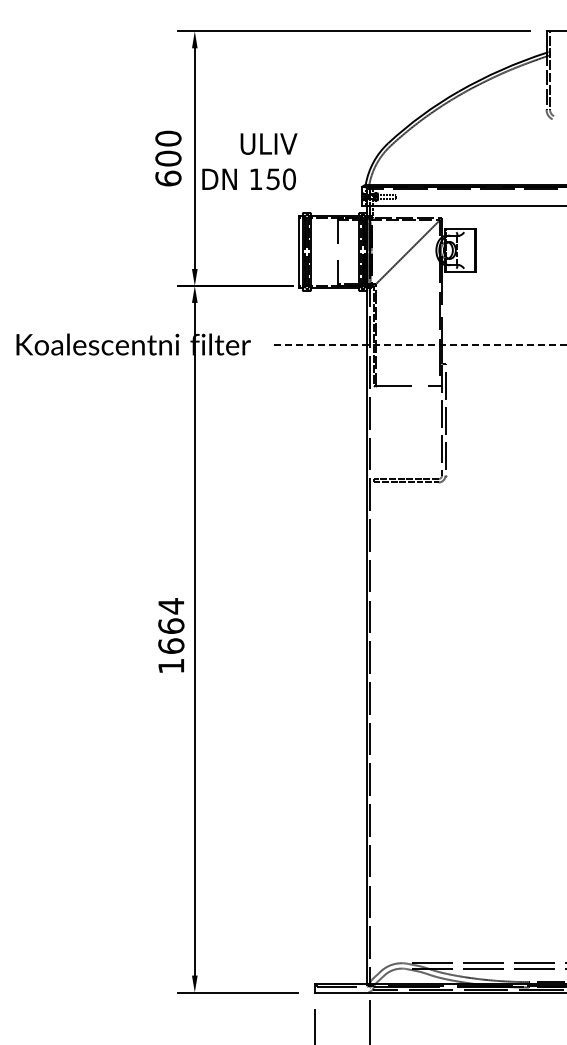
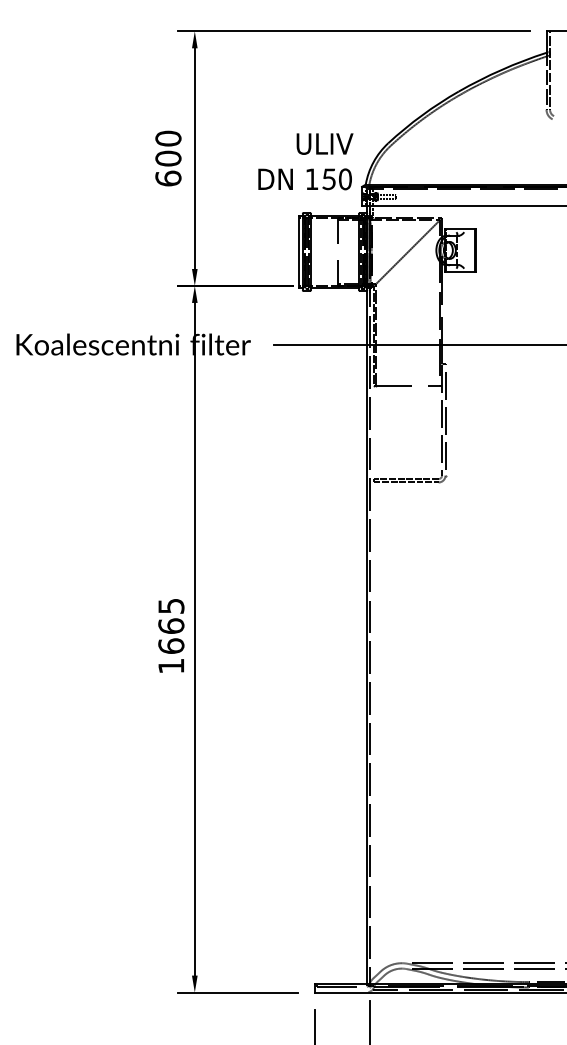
text at (249, 161) position: (249, 161) -> (305, 161)
line at (420, 344): dashed -> solid
text at (171, 606): 1664 -> 1665
